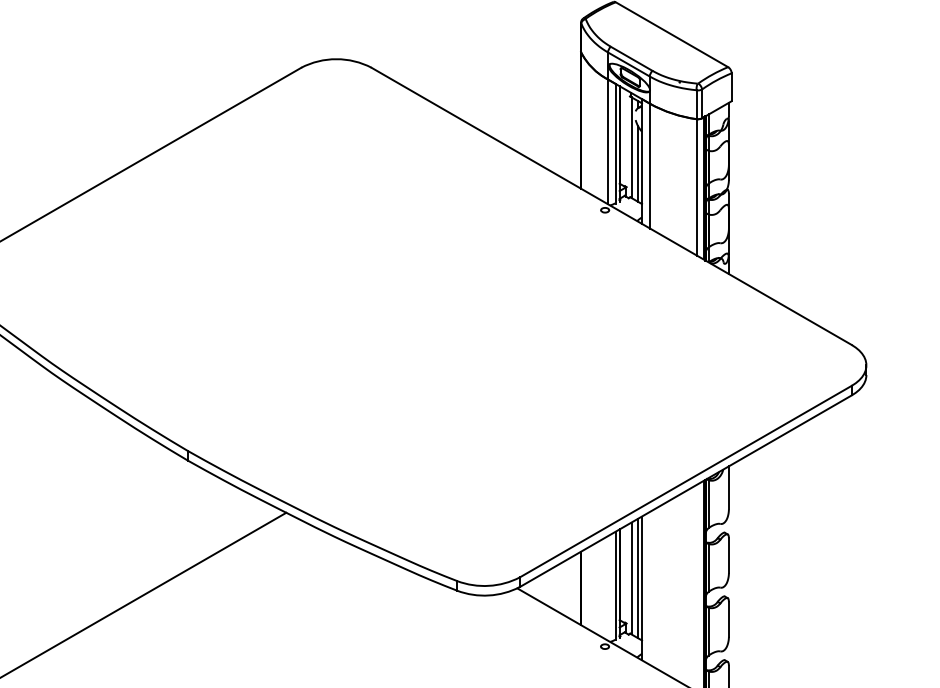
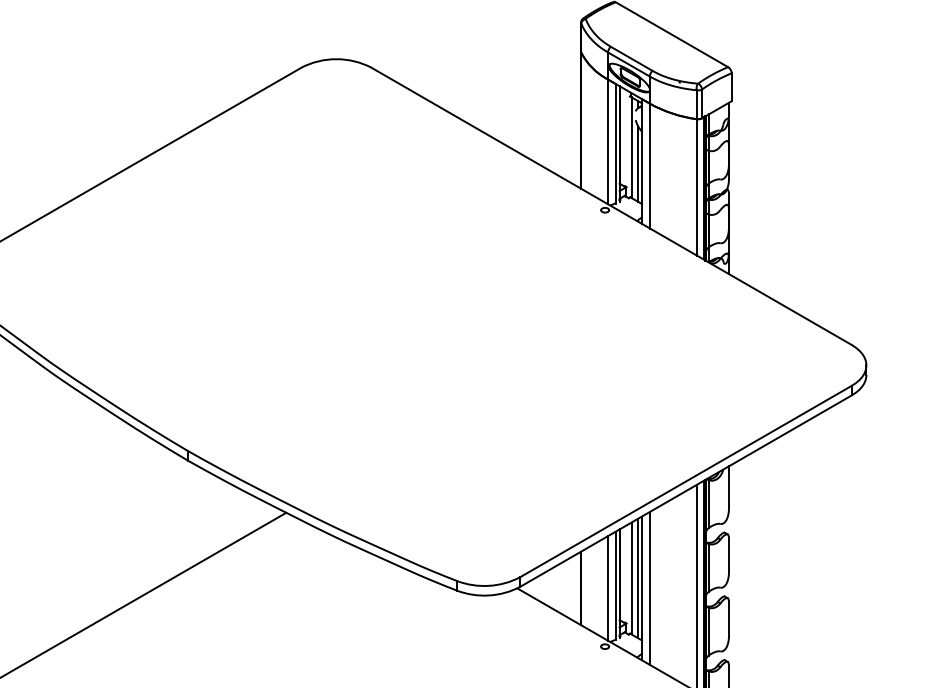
line at (696, 584): none -> present
line at (607, 588): none -> present
line at (650, 588): none -> present
